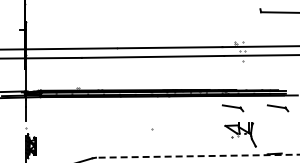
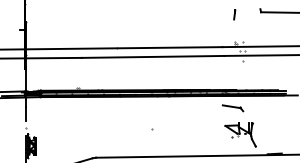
part at (234, 14): none -> present
part at (277, 108): present -> none
line at (197, 156): dashed -> solid
